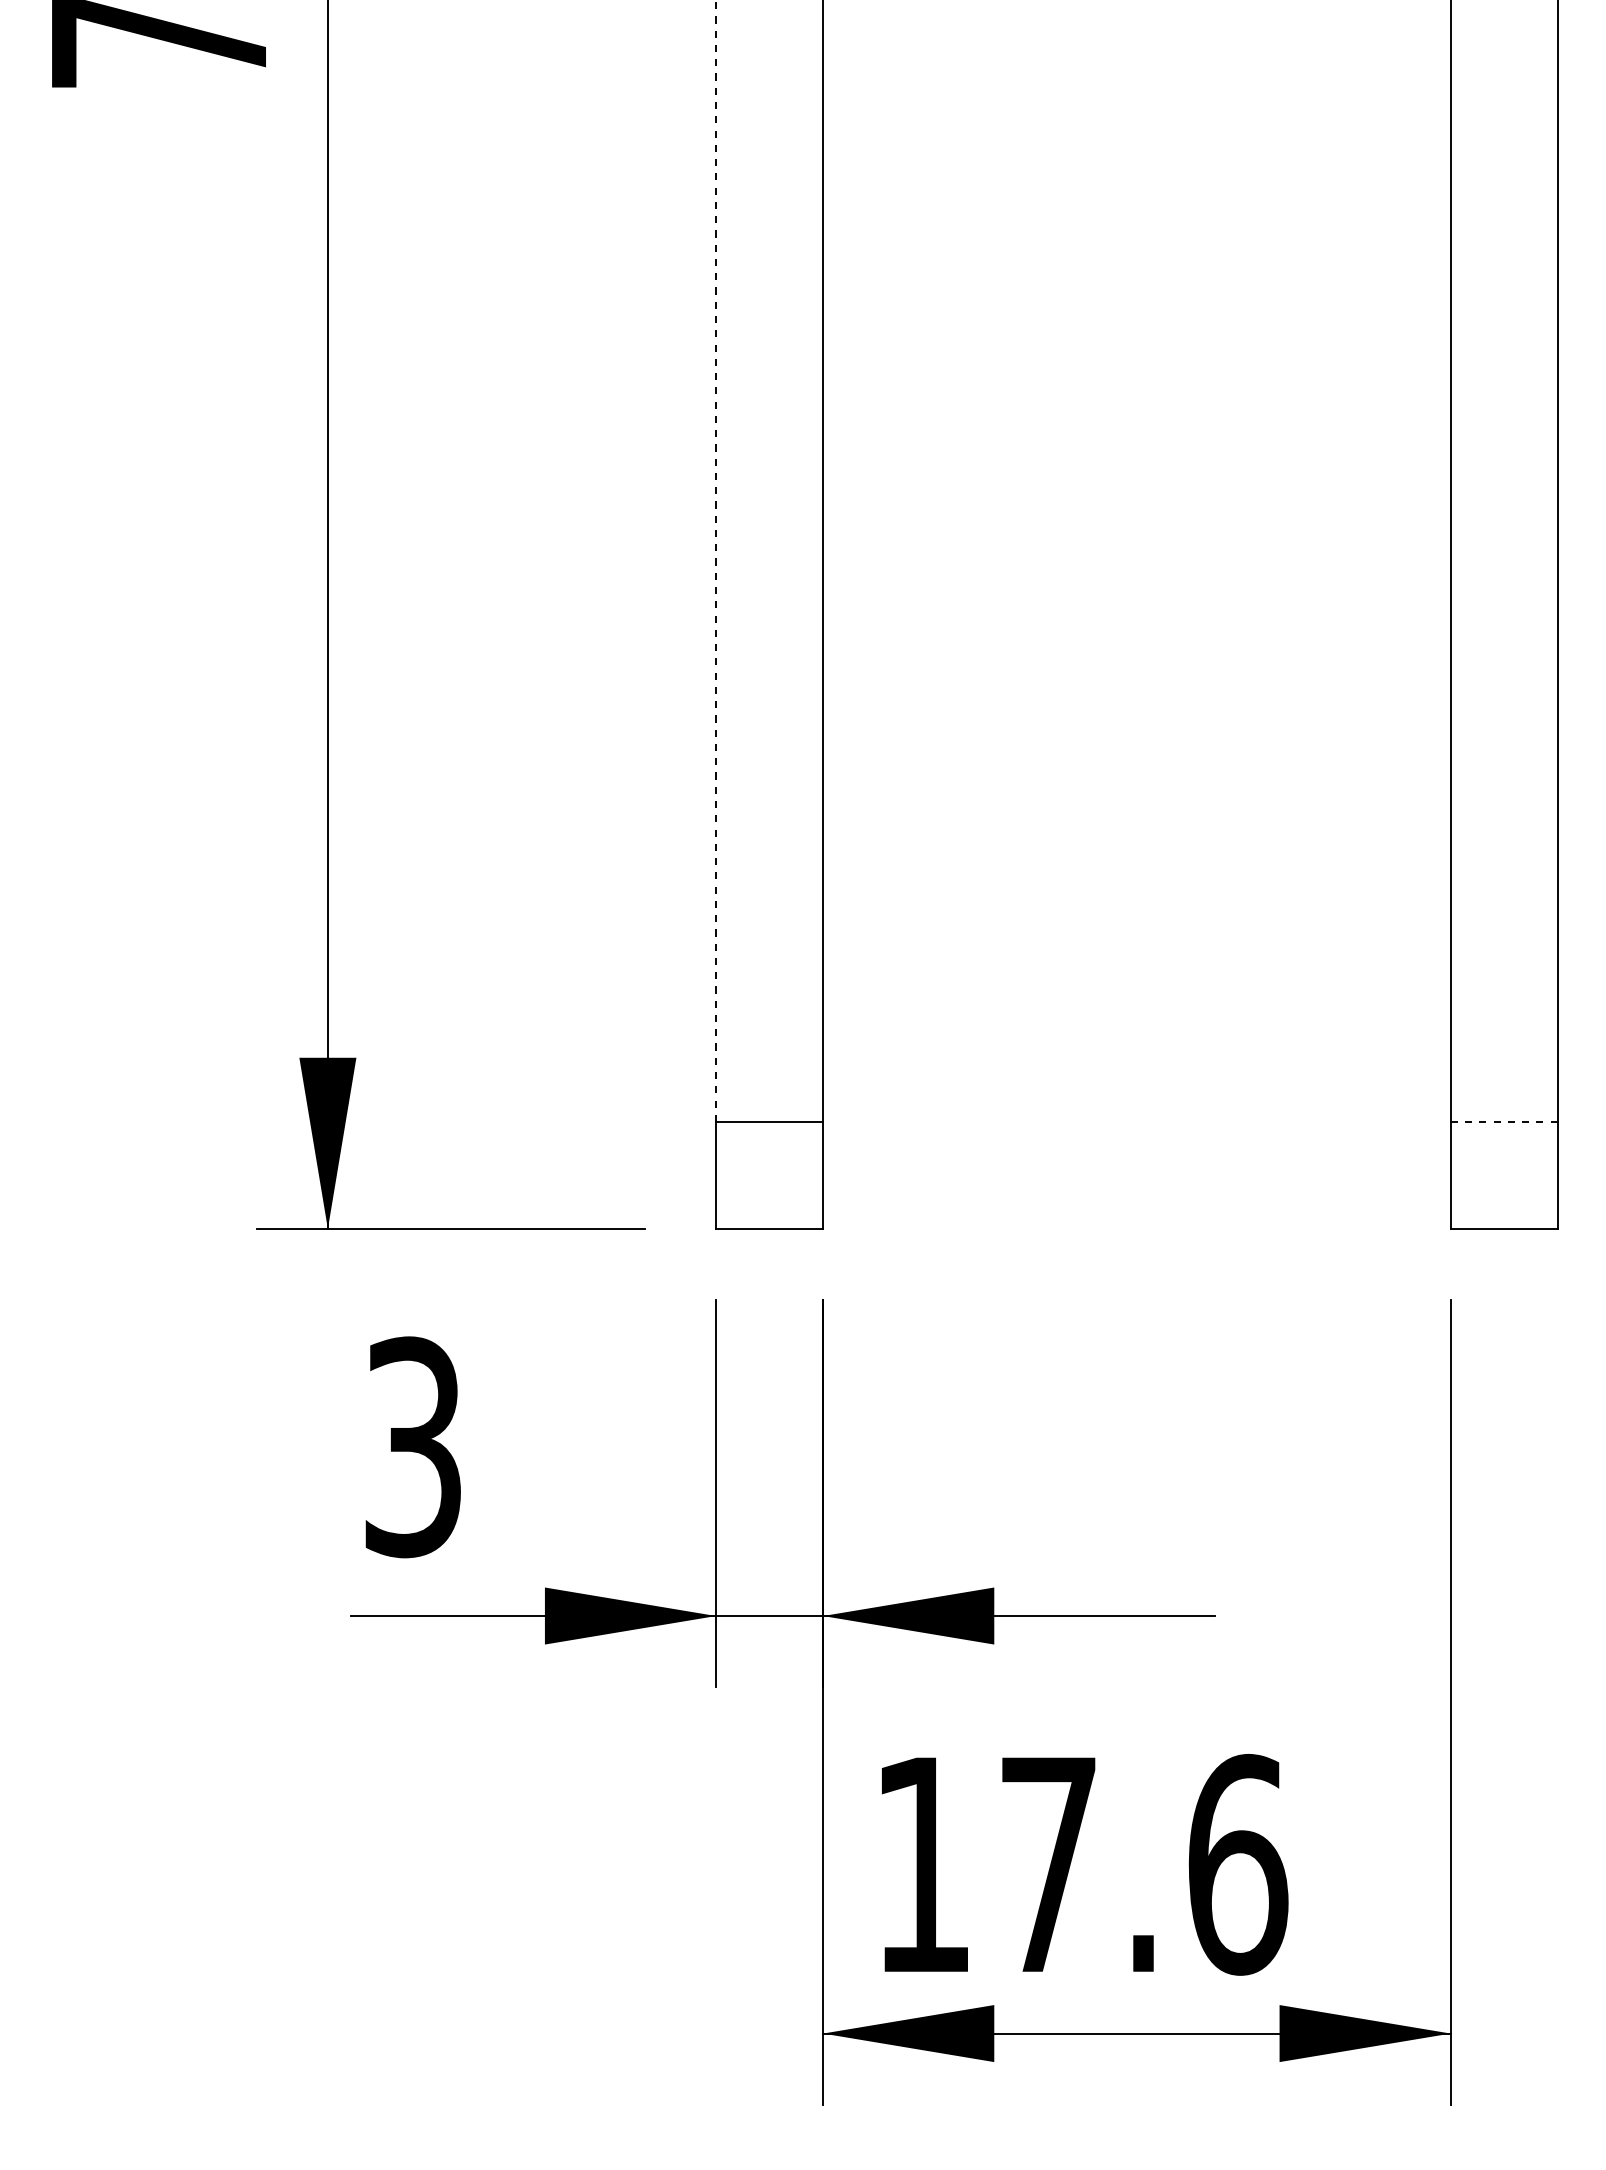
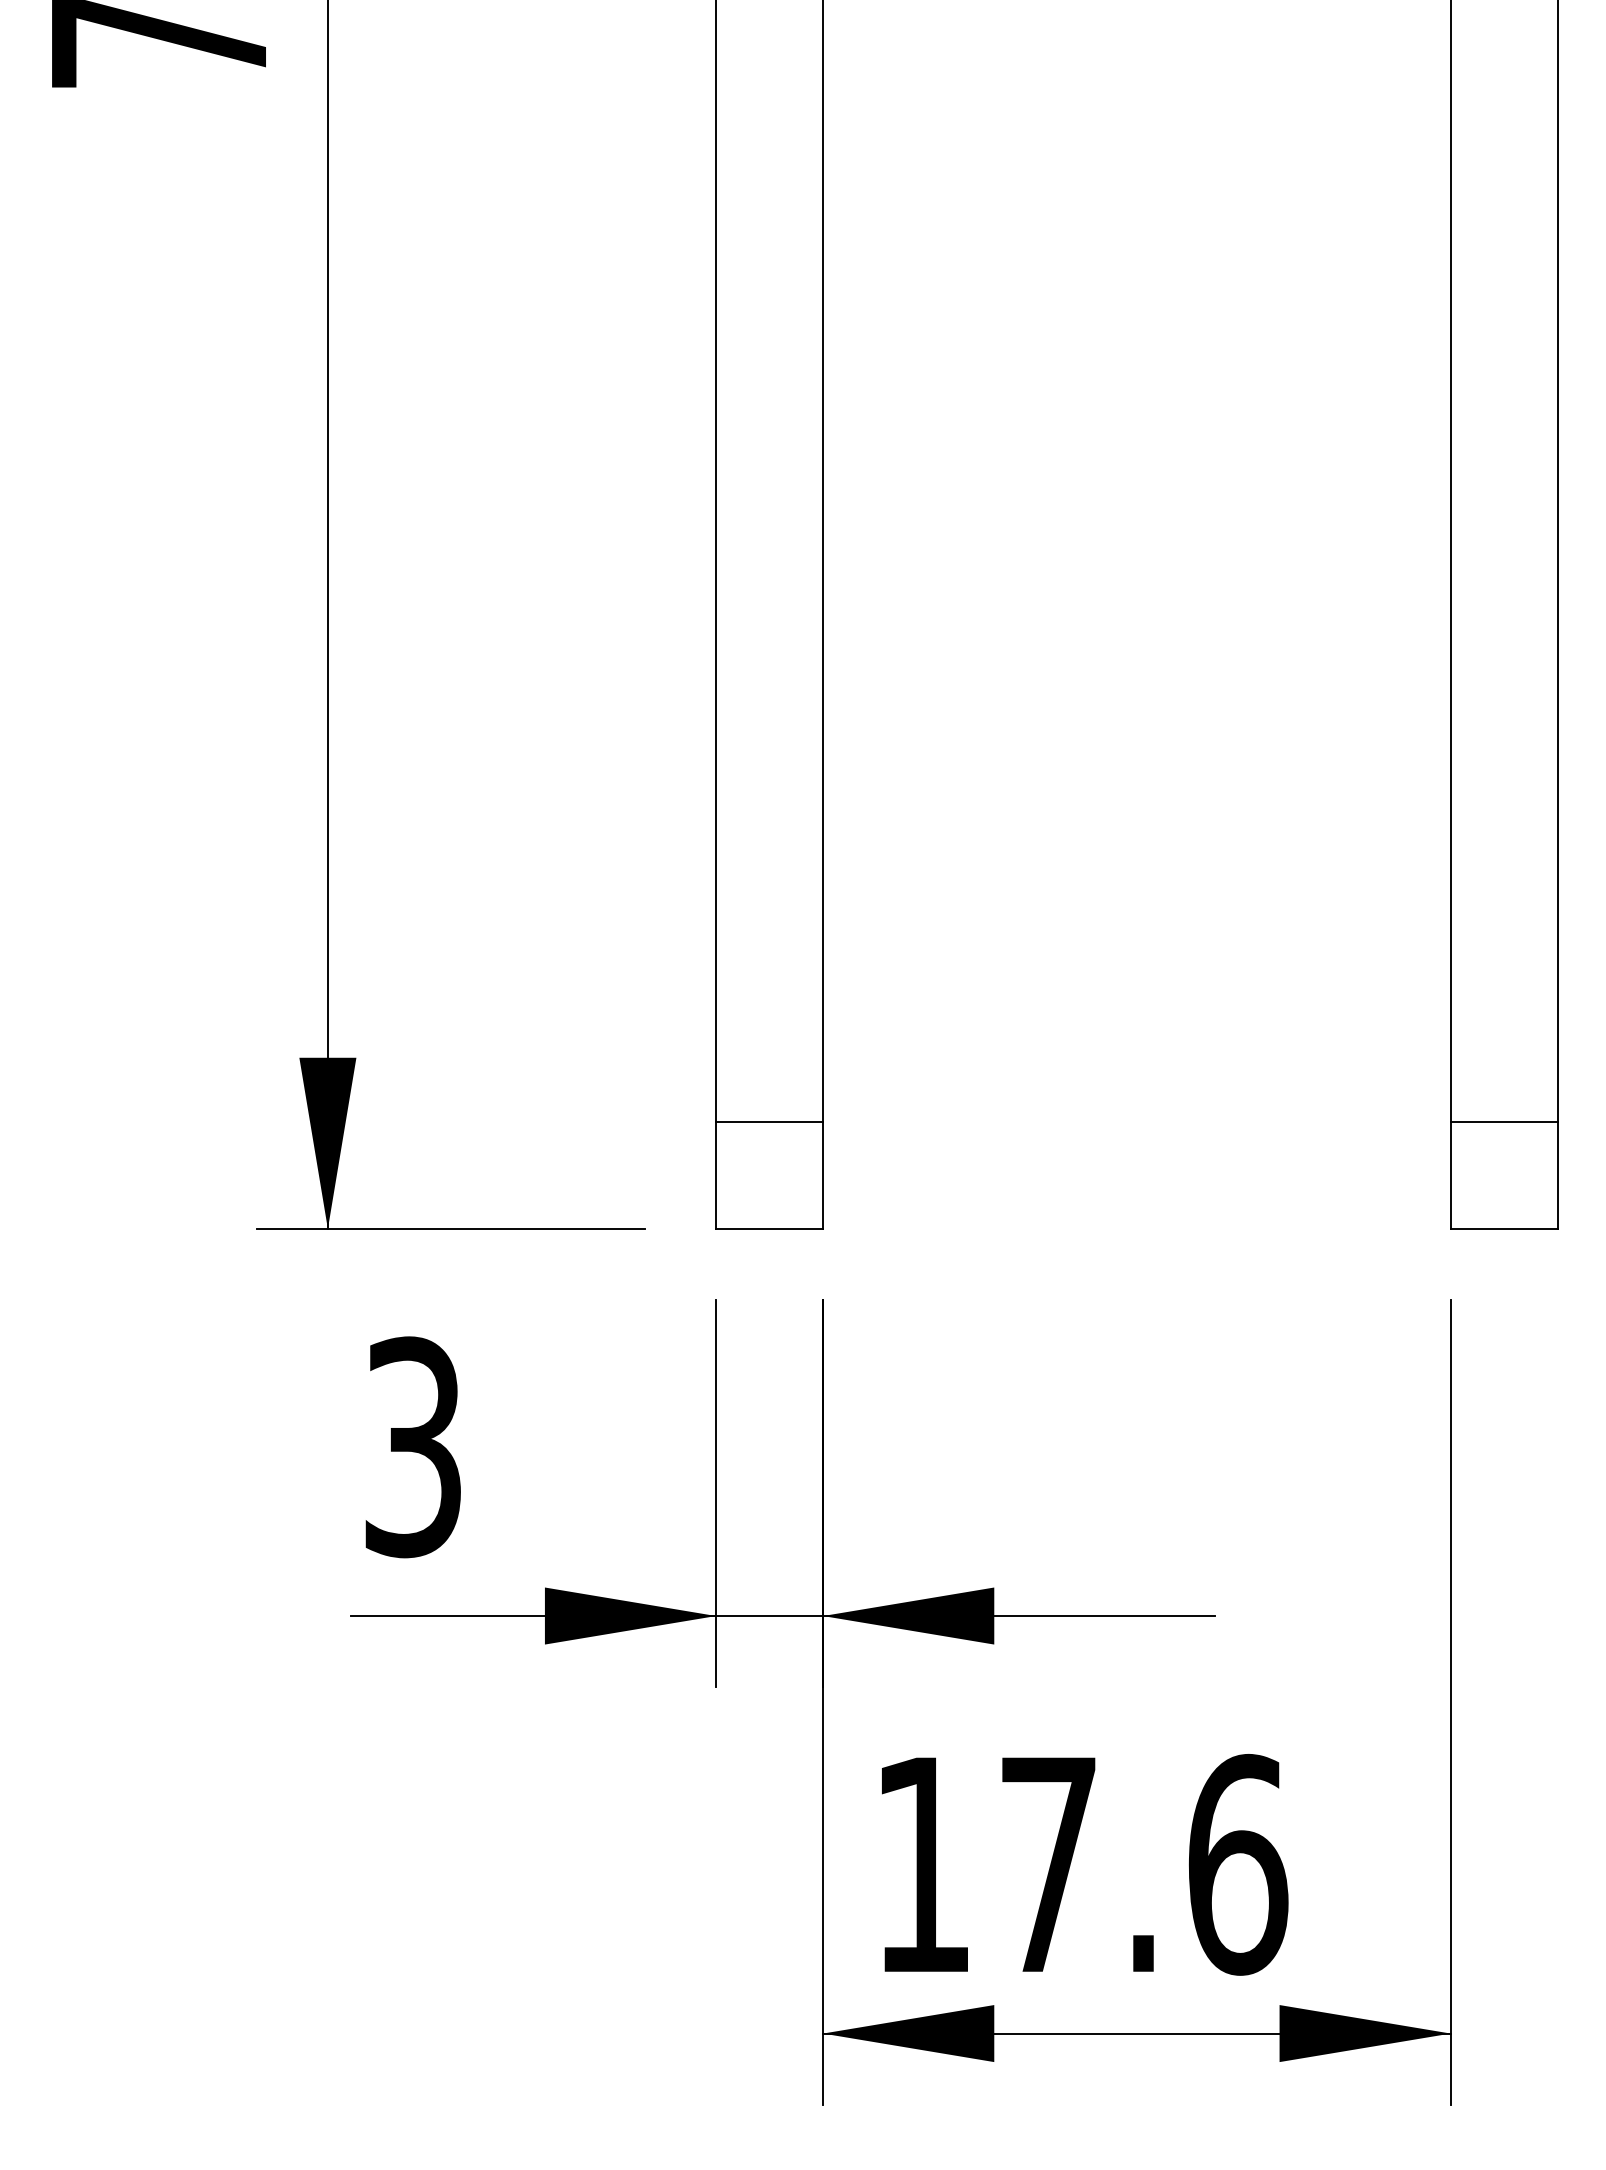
line at (716, 561): dashed -> solid
line at (1504, 1121): dashed -> solid
